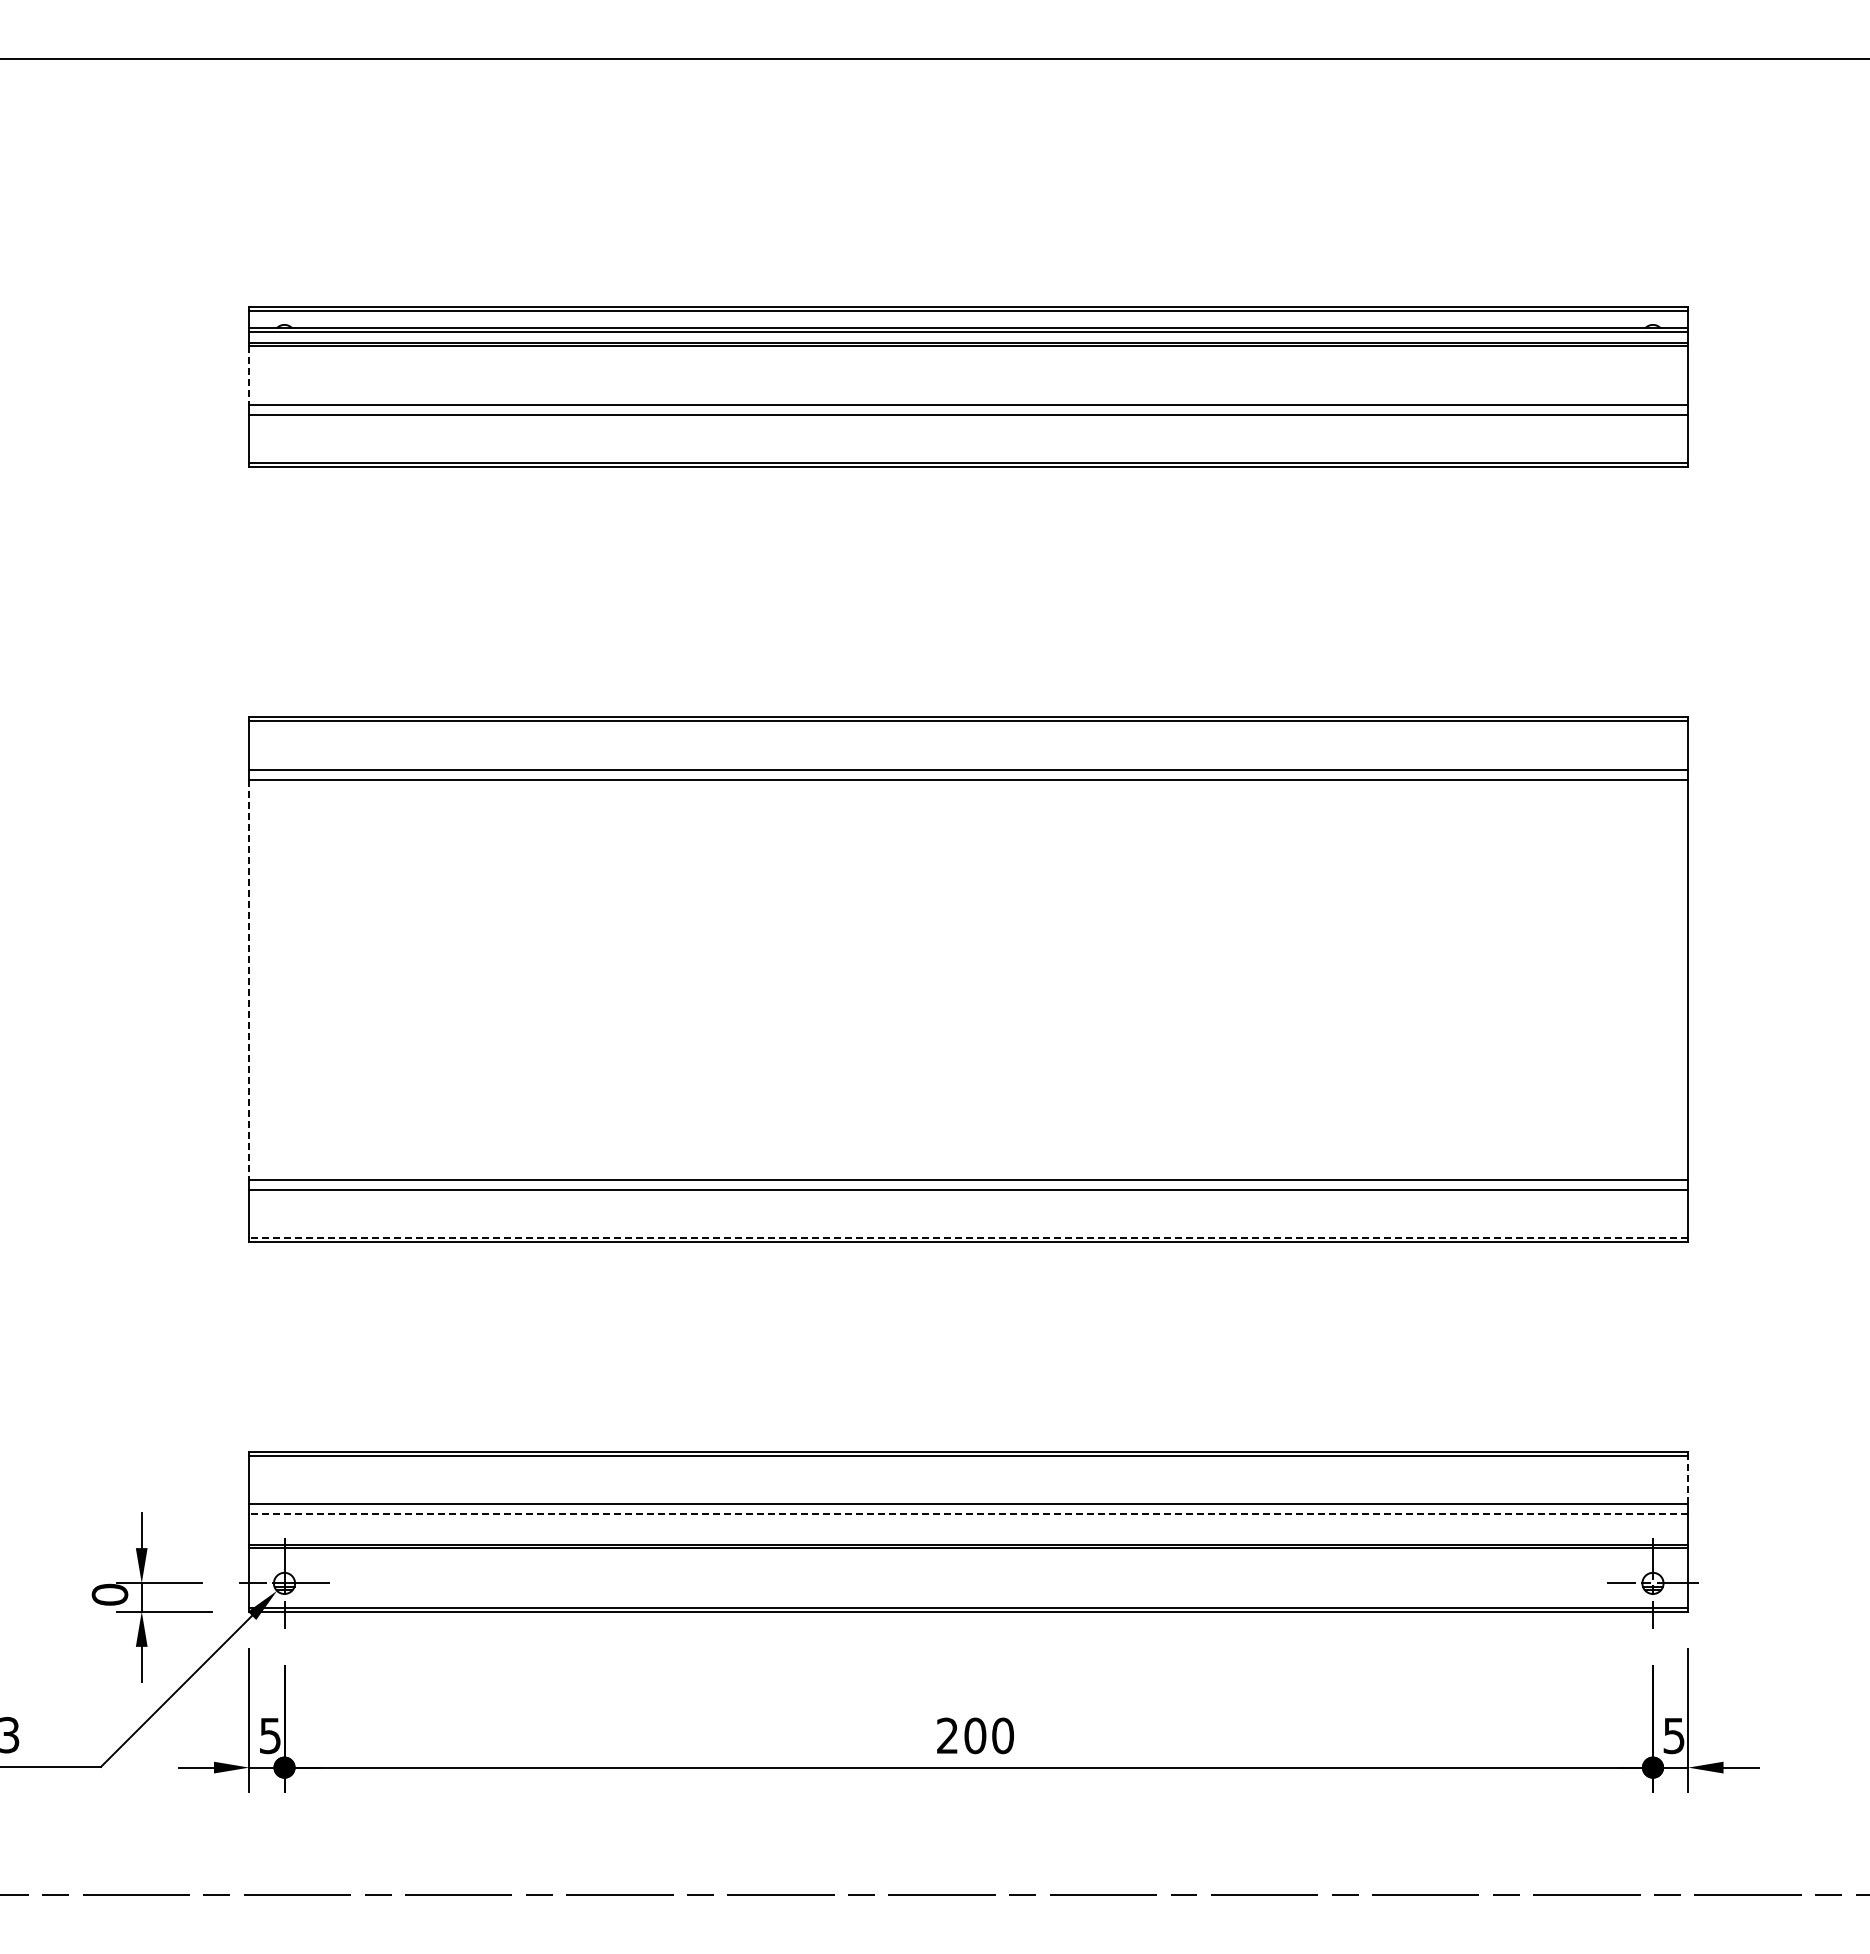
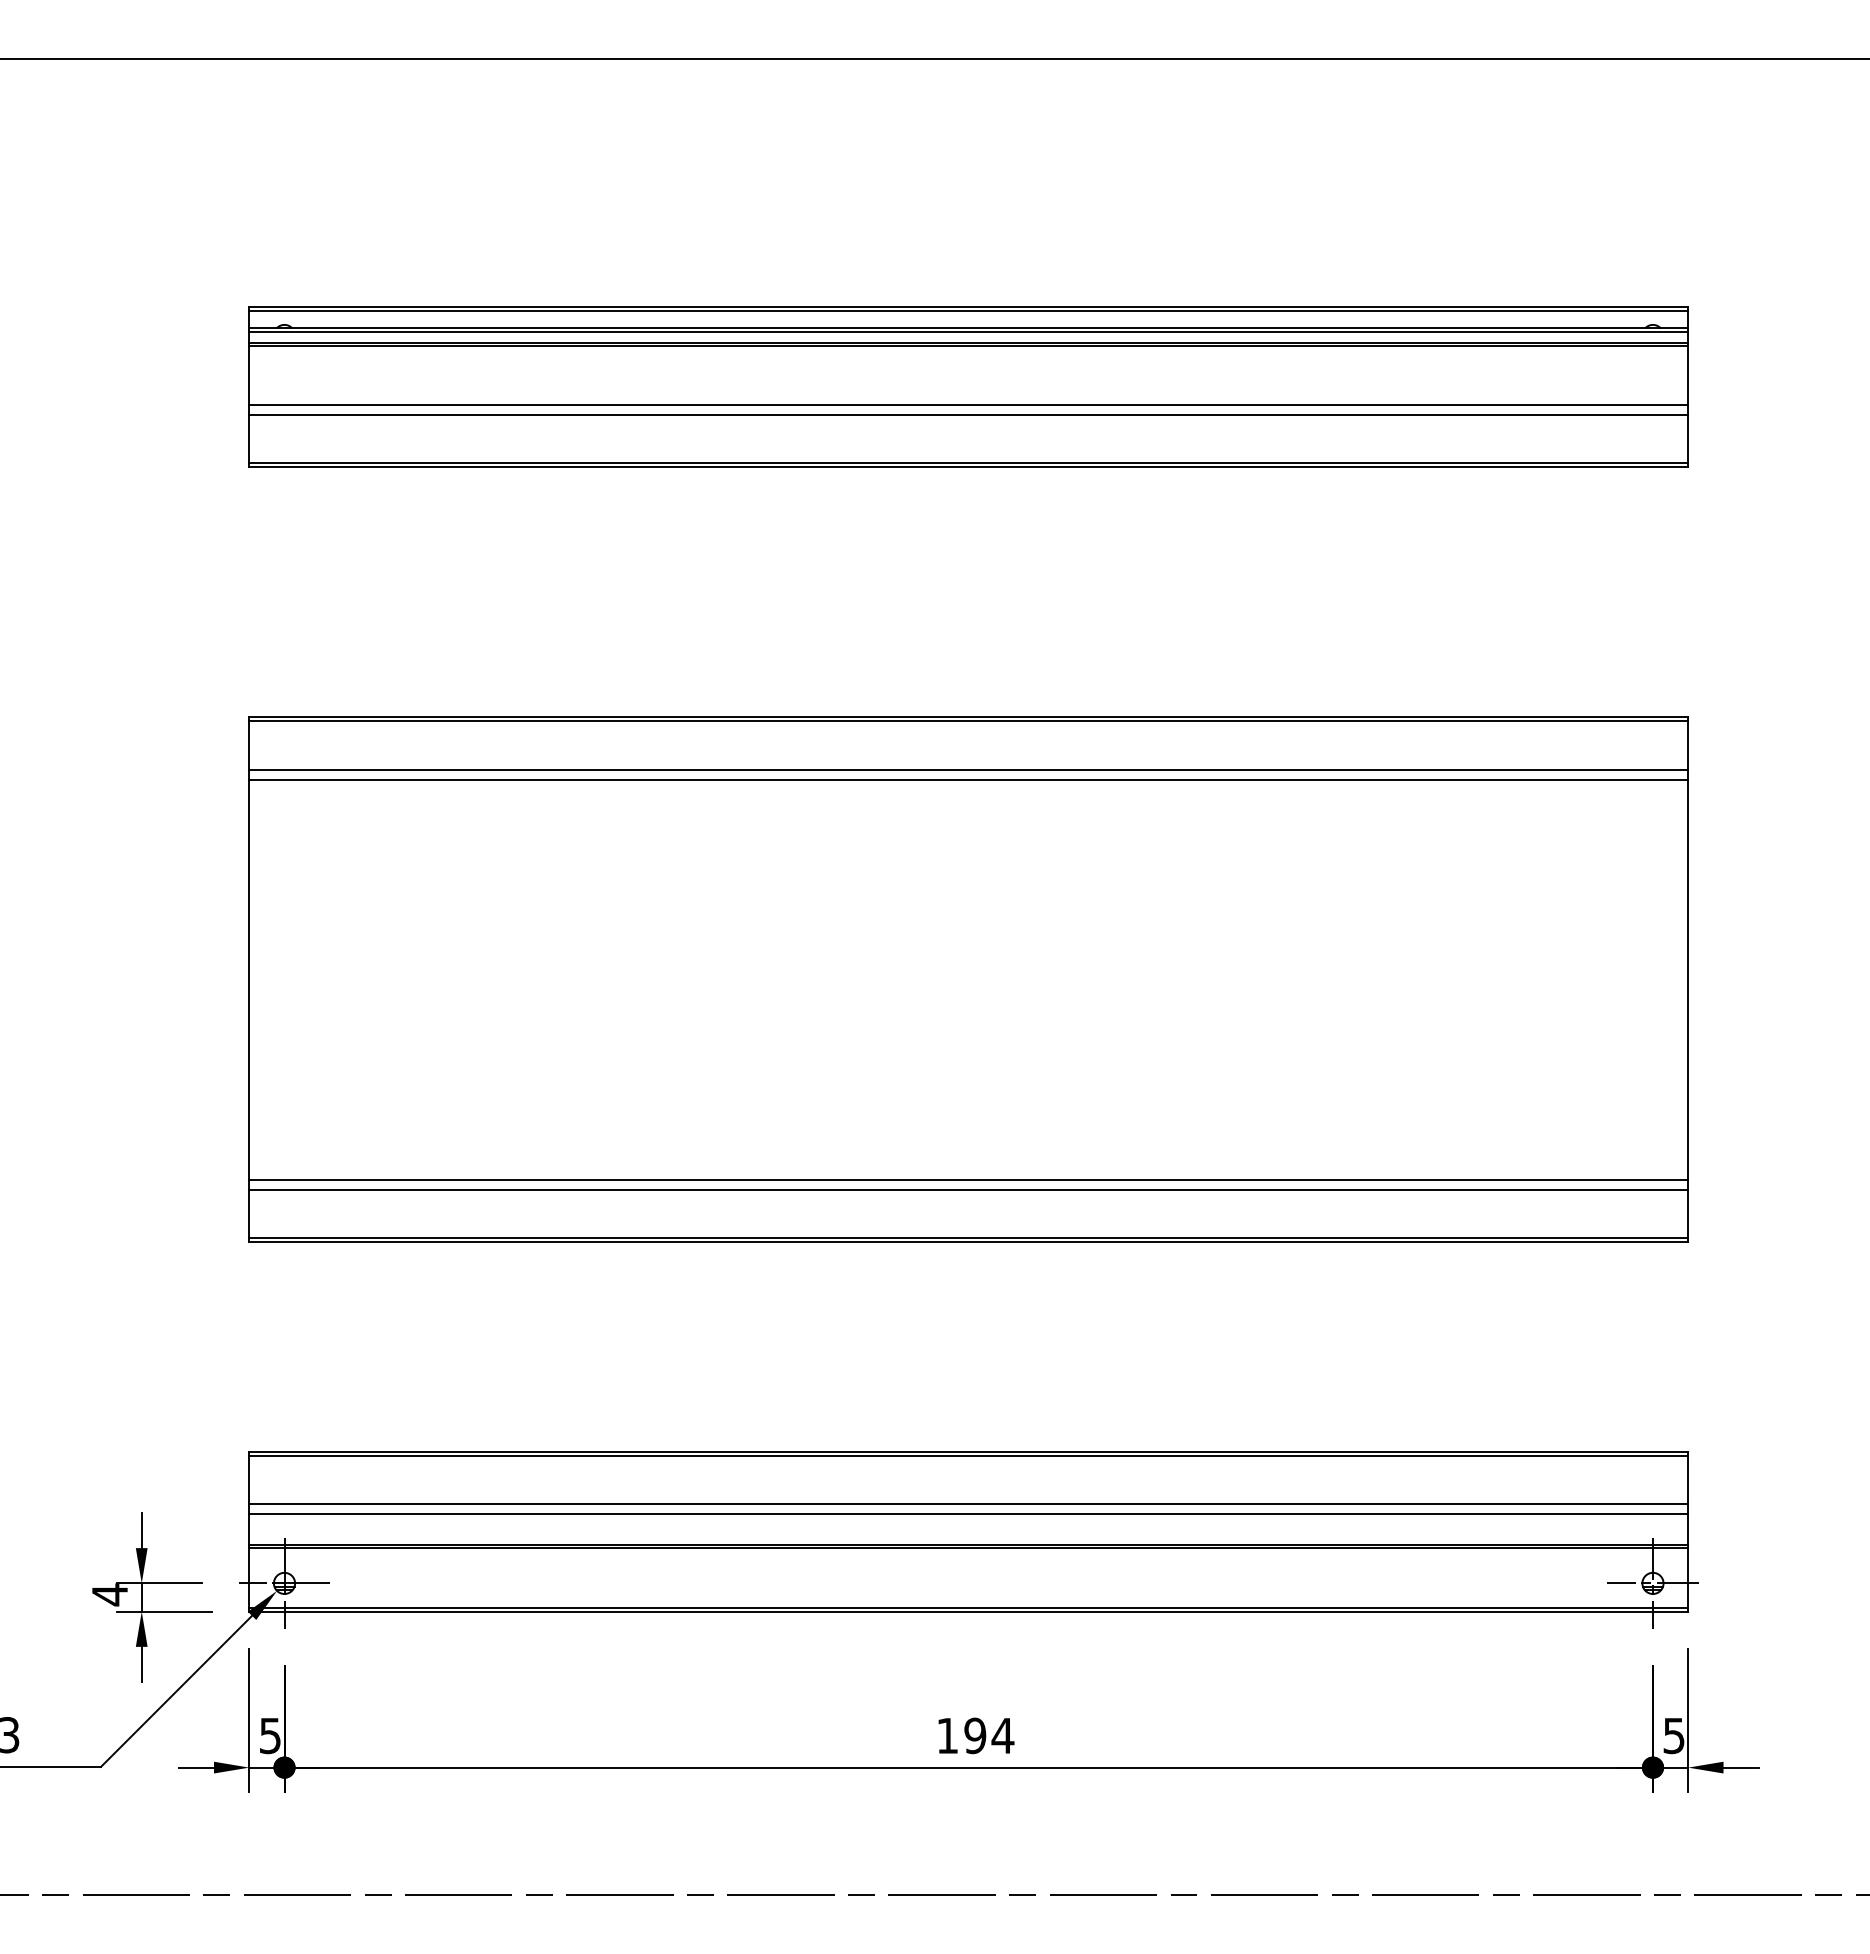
line at (249, 375): dashed -> solid
line at (249, 980): dashed -> solid
line at (968, 1237): dashed -> solid
line at (1688, 1479): dashed -> solid
line at (968, 1513): dashed -> solid
text at (109, 1594): 0 -> 4
text at (975, 1735): 200 -> 194
